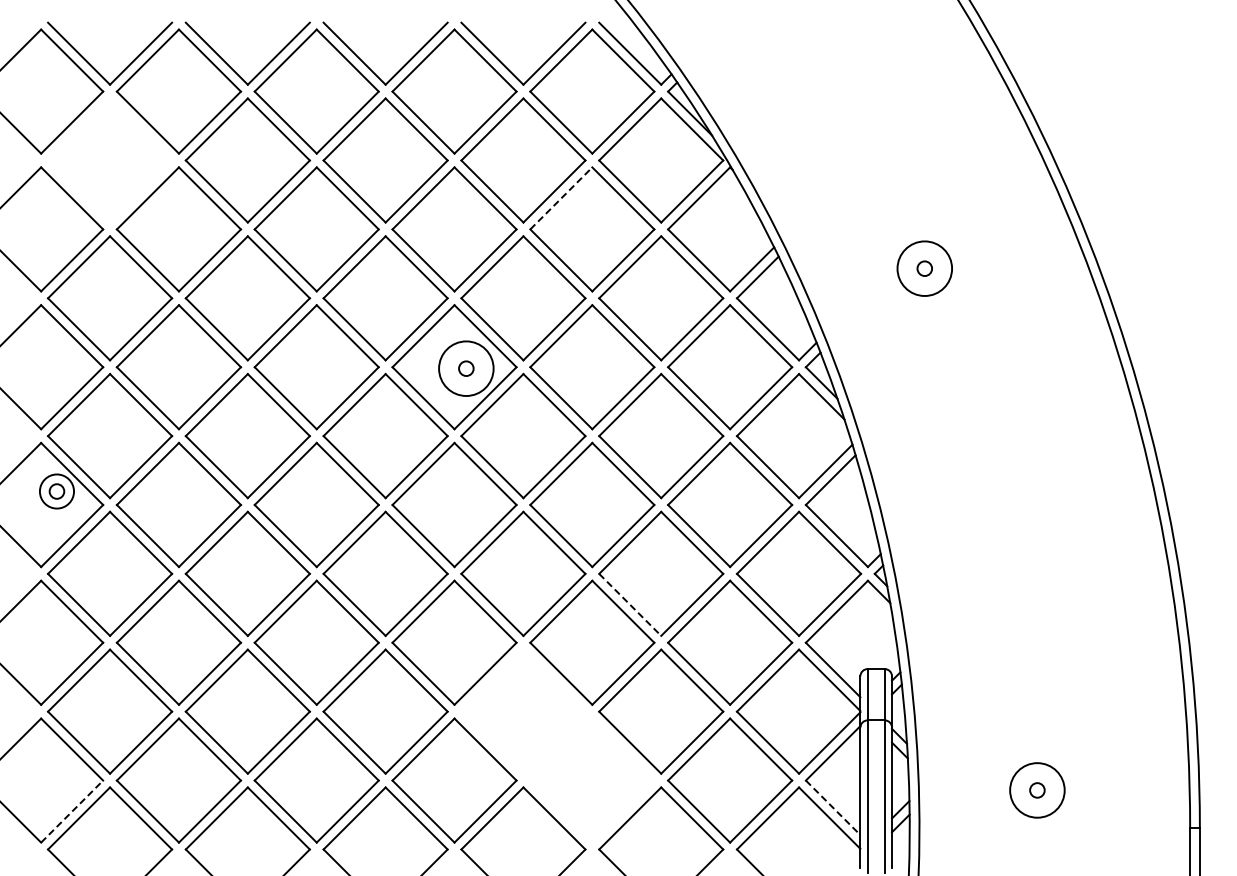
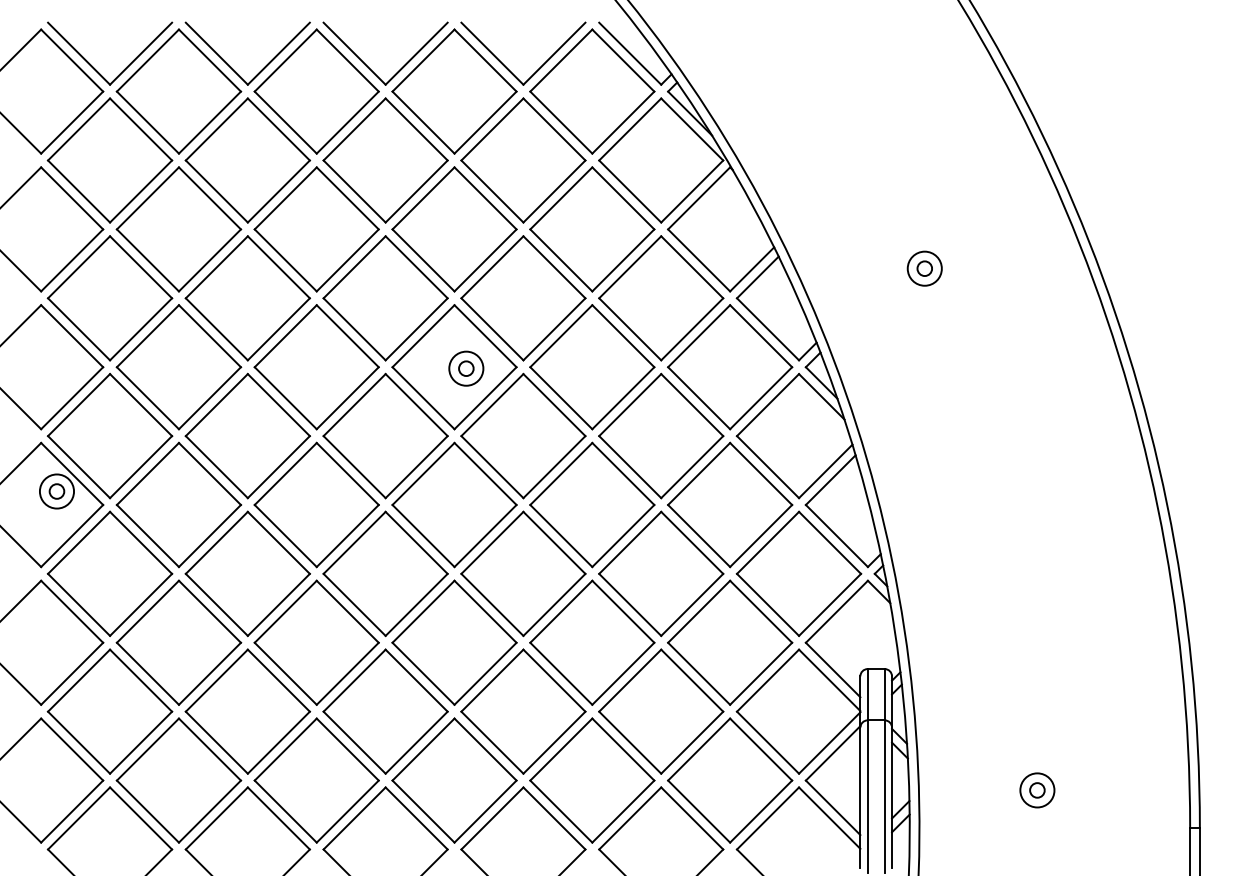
part at (109, 160): none -> present
line at (561, 198): dashed -> solid
circle at (924, 268) diameter: 55 px -> 34 px
circle at (466, 368) diameter: 55 px -> 34 px
line at (630, 604): dashed -> solid
part at (557, 745): none -> present
circle at (1037, 790) diameter: 55 px -> 34 px
line at (833, 807): dashed -> solid
line at (72, 811): dashed -> solid
